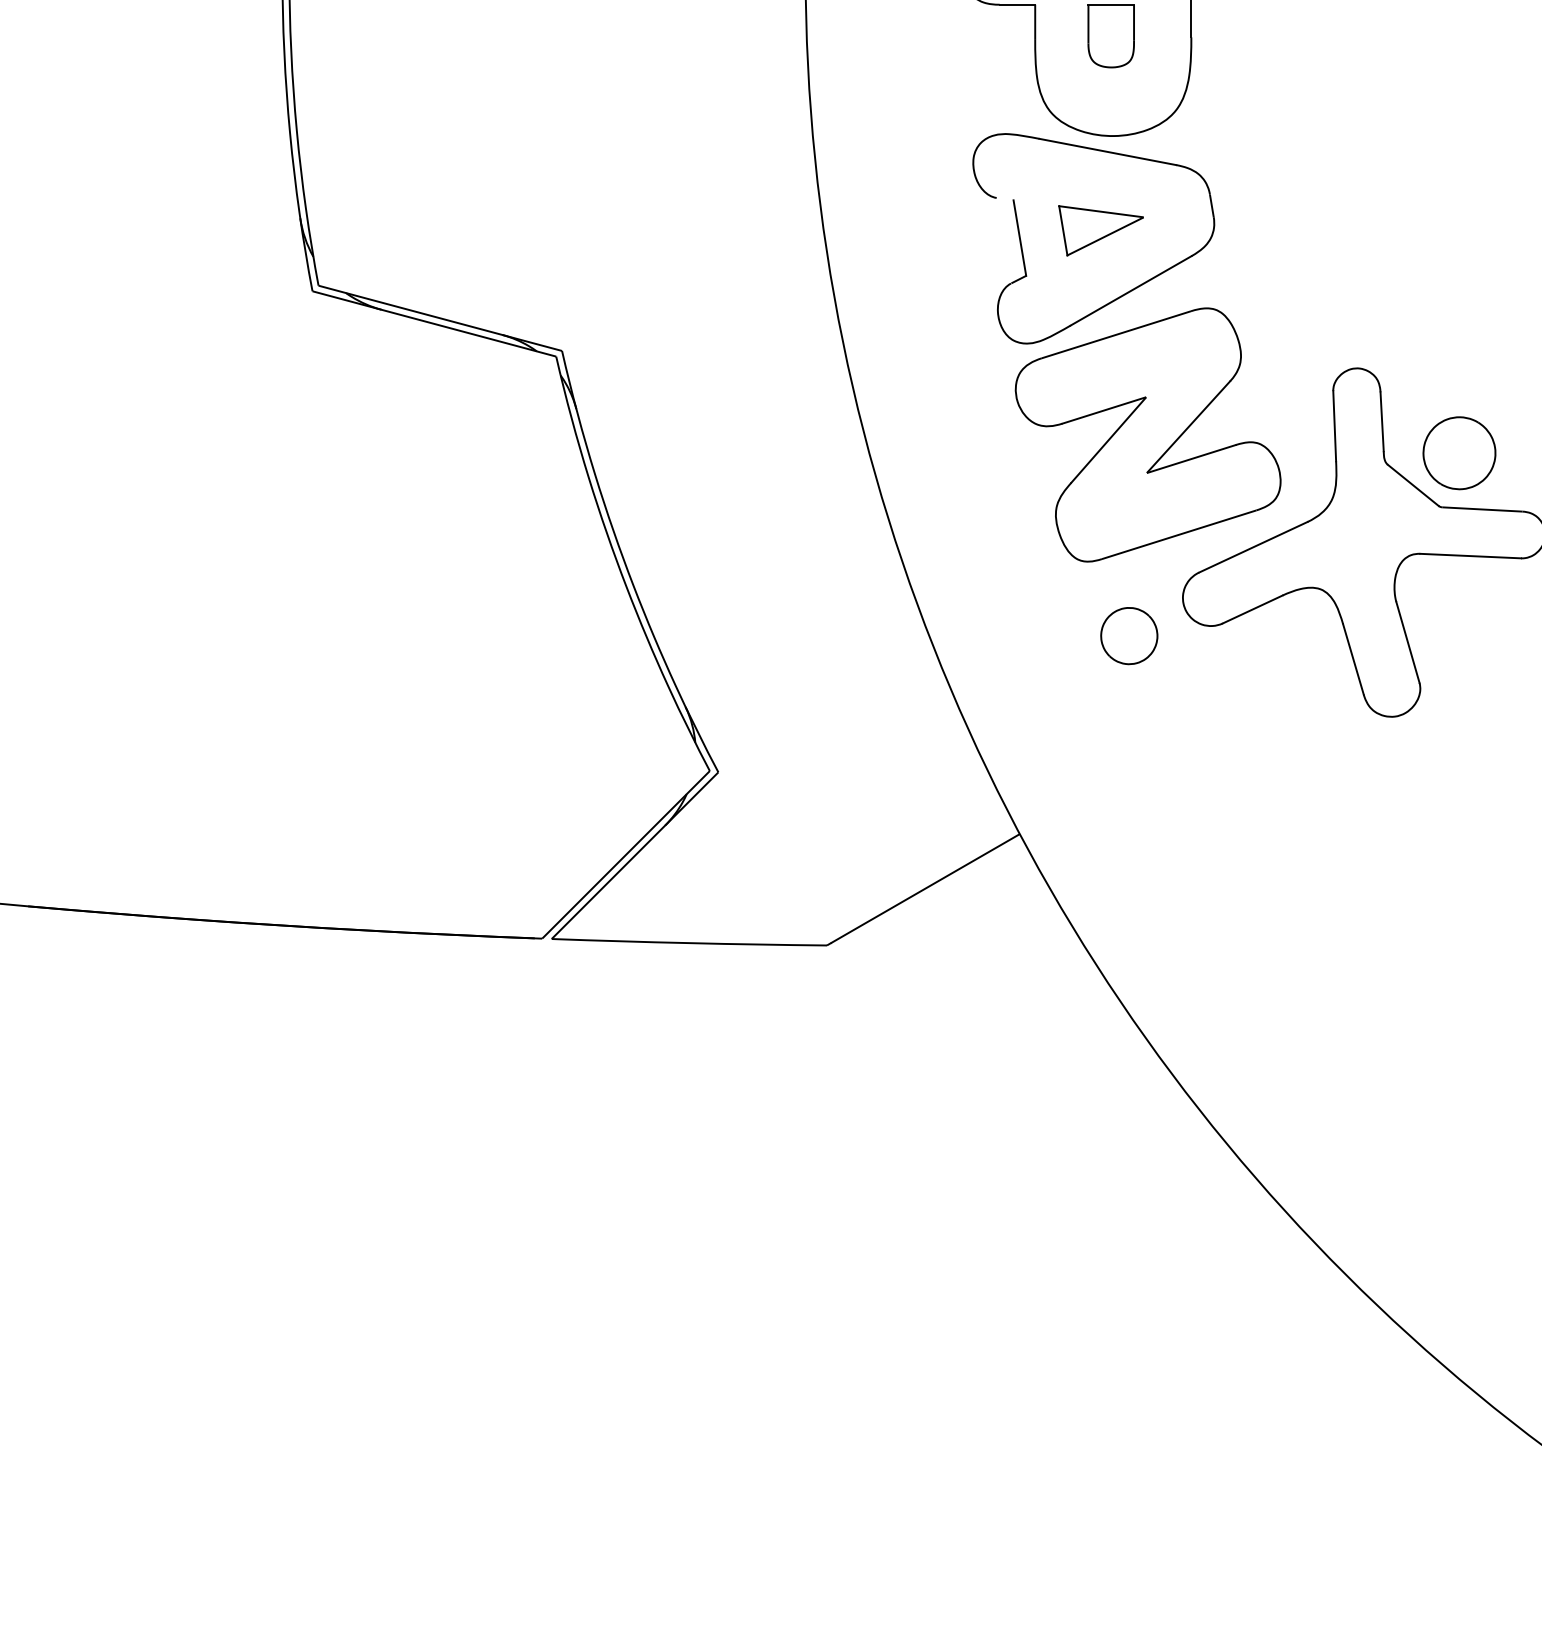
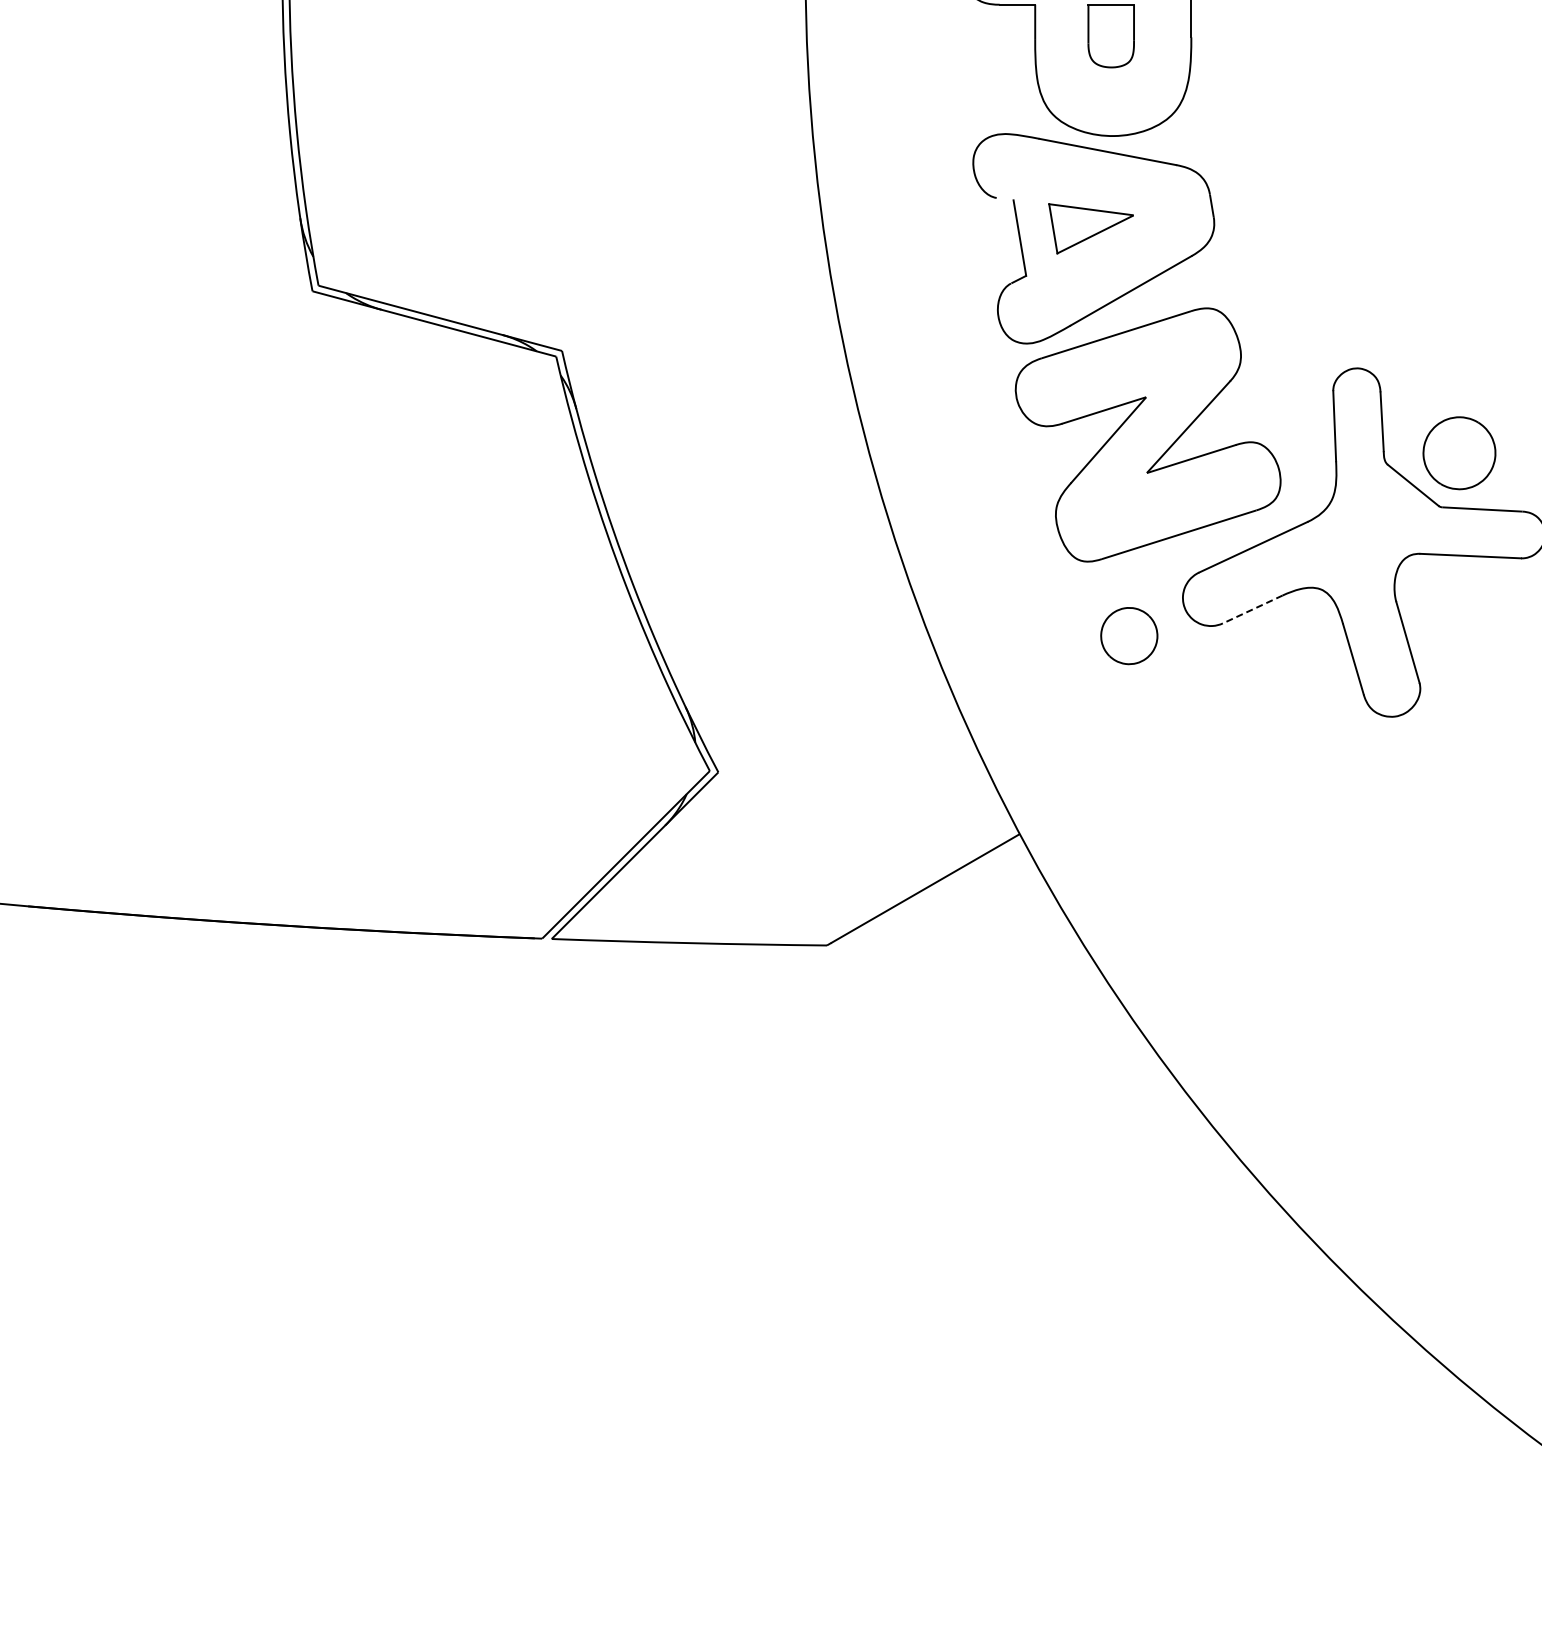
part at (1100, 230) position: (1100, 230) -> (1090, 228)
line at (1252, 609): solid -> dashed
